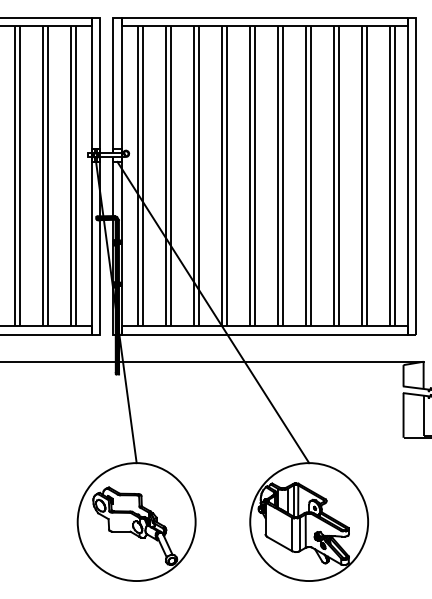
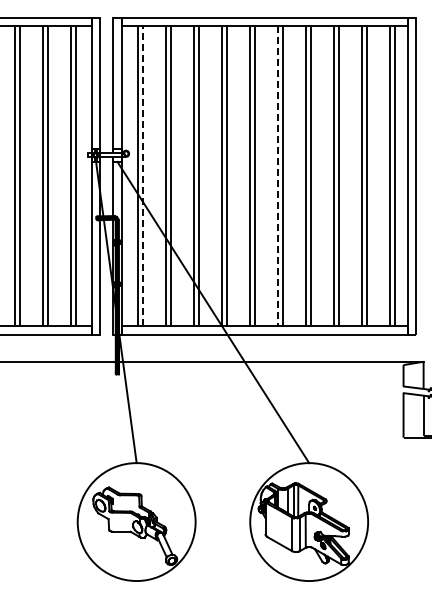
line at (142, 176): solid -> dashed
line at (277, 176): solid -> dashed
